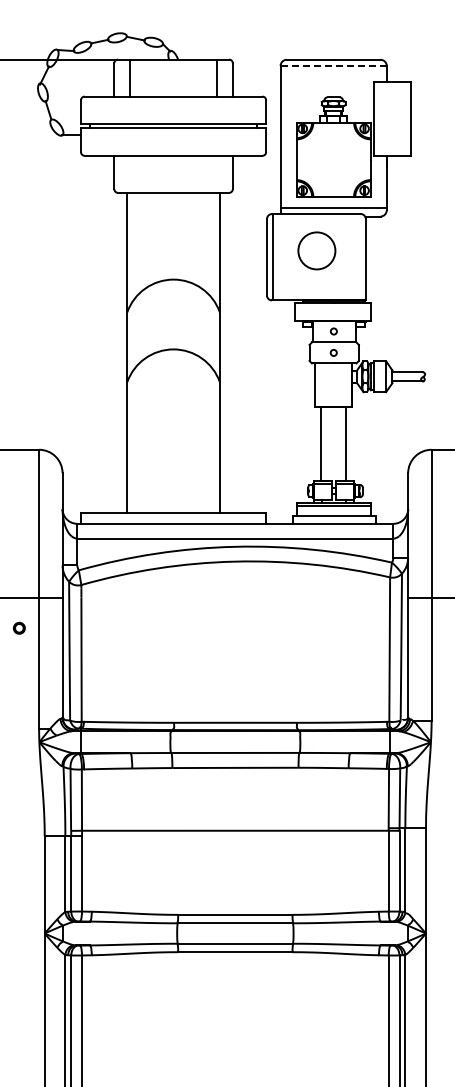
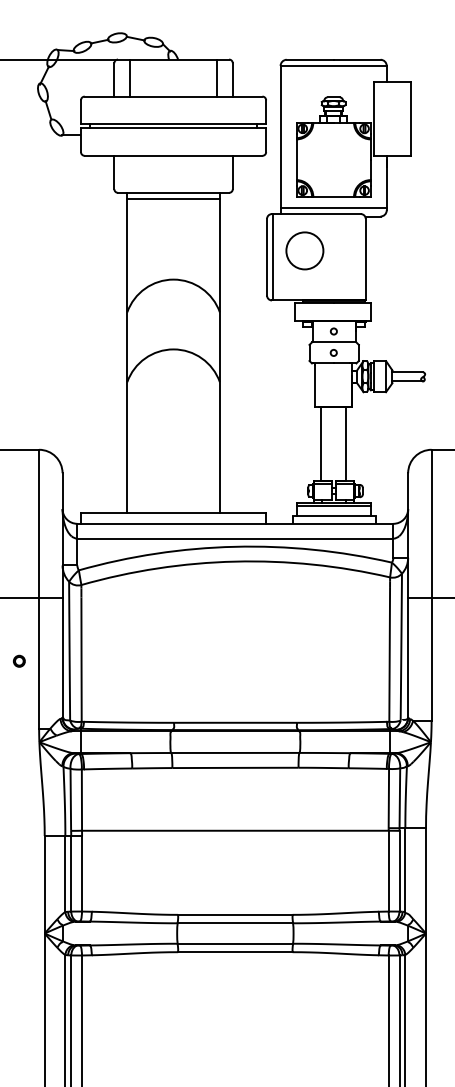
line at (334, 65): dashed -> solid
line at (173, 199): none -> present
circle at (316, 250) position: (316, 250) -> (304, 250)
part at (19, 627) position: (19, 627) -> (19, 660)
